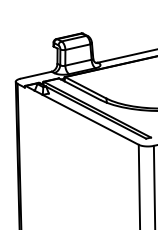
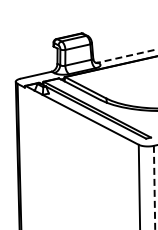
line at (127, 56): solid -> dashed
line at (154, 187): solid -> dashed
